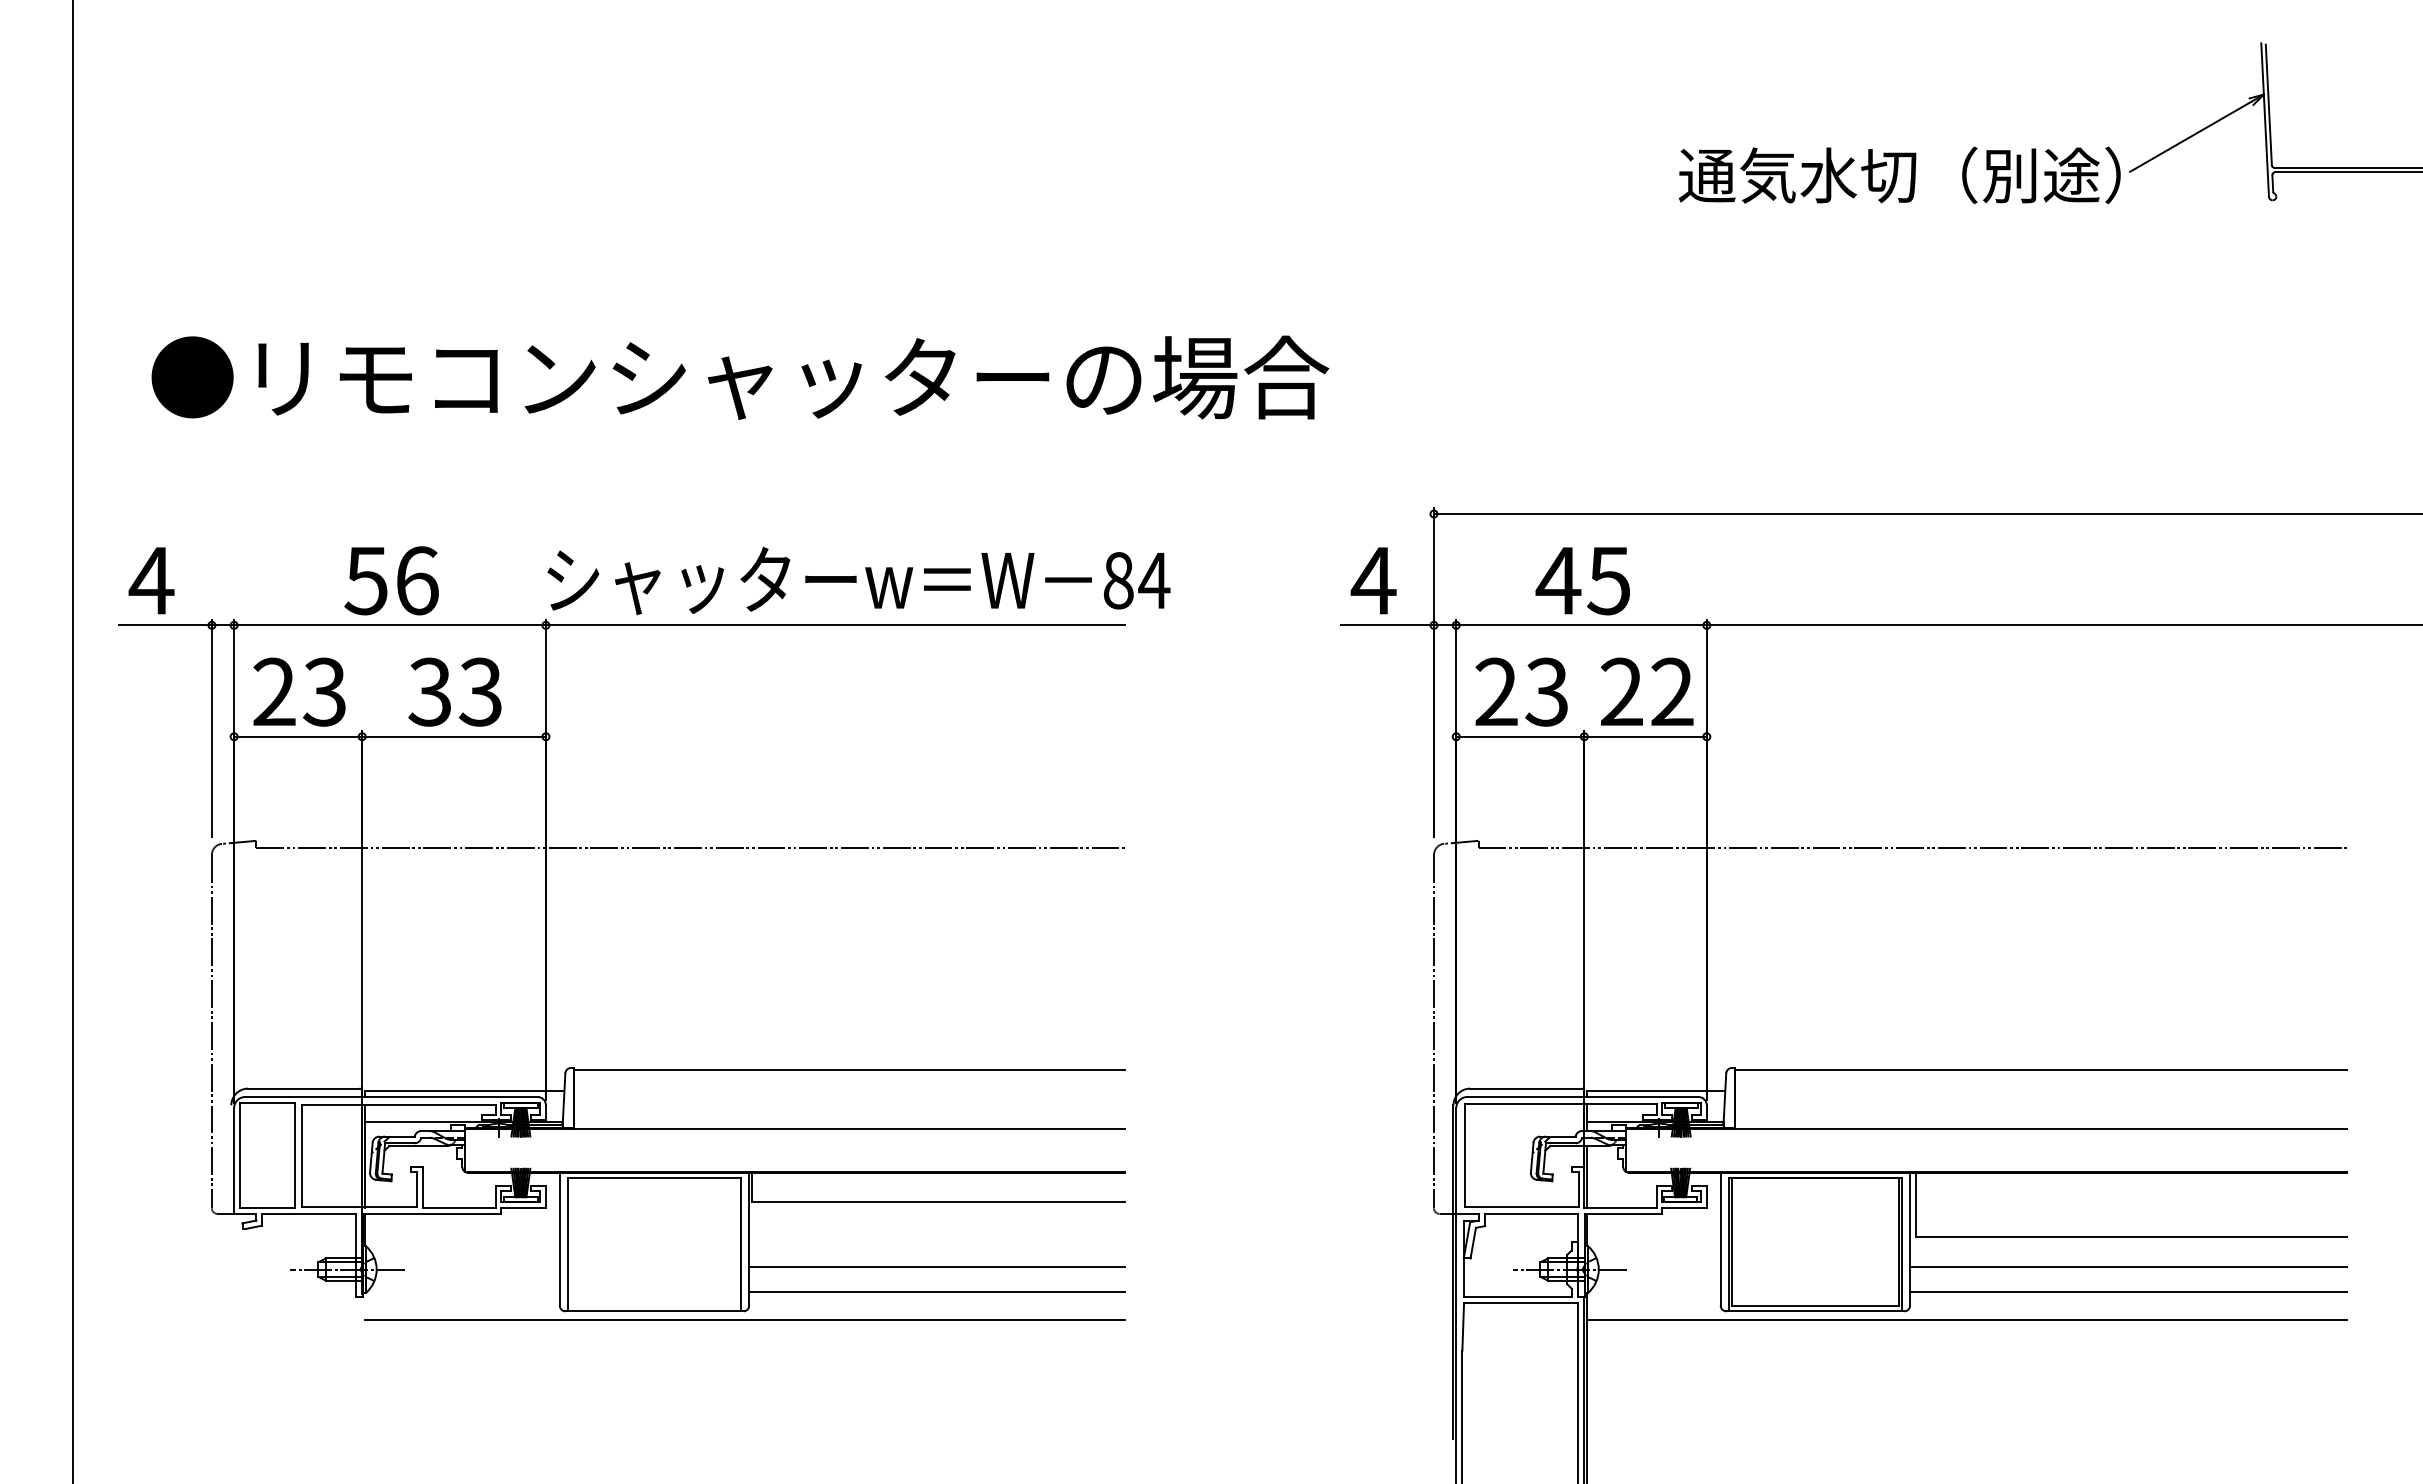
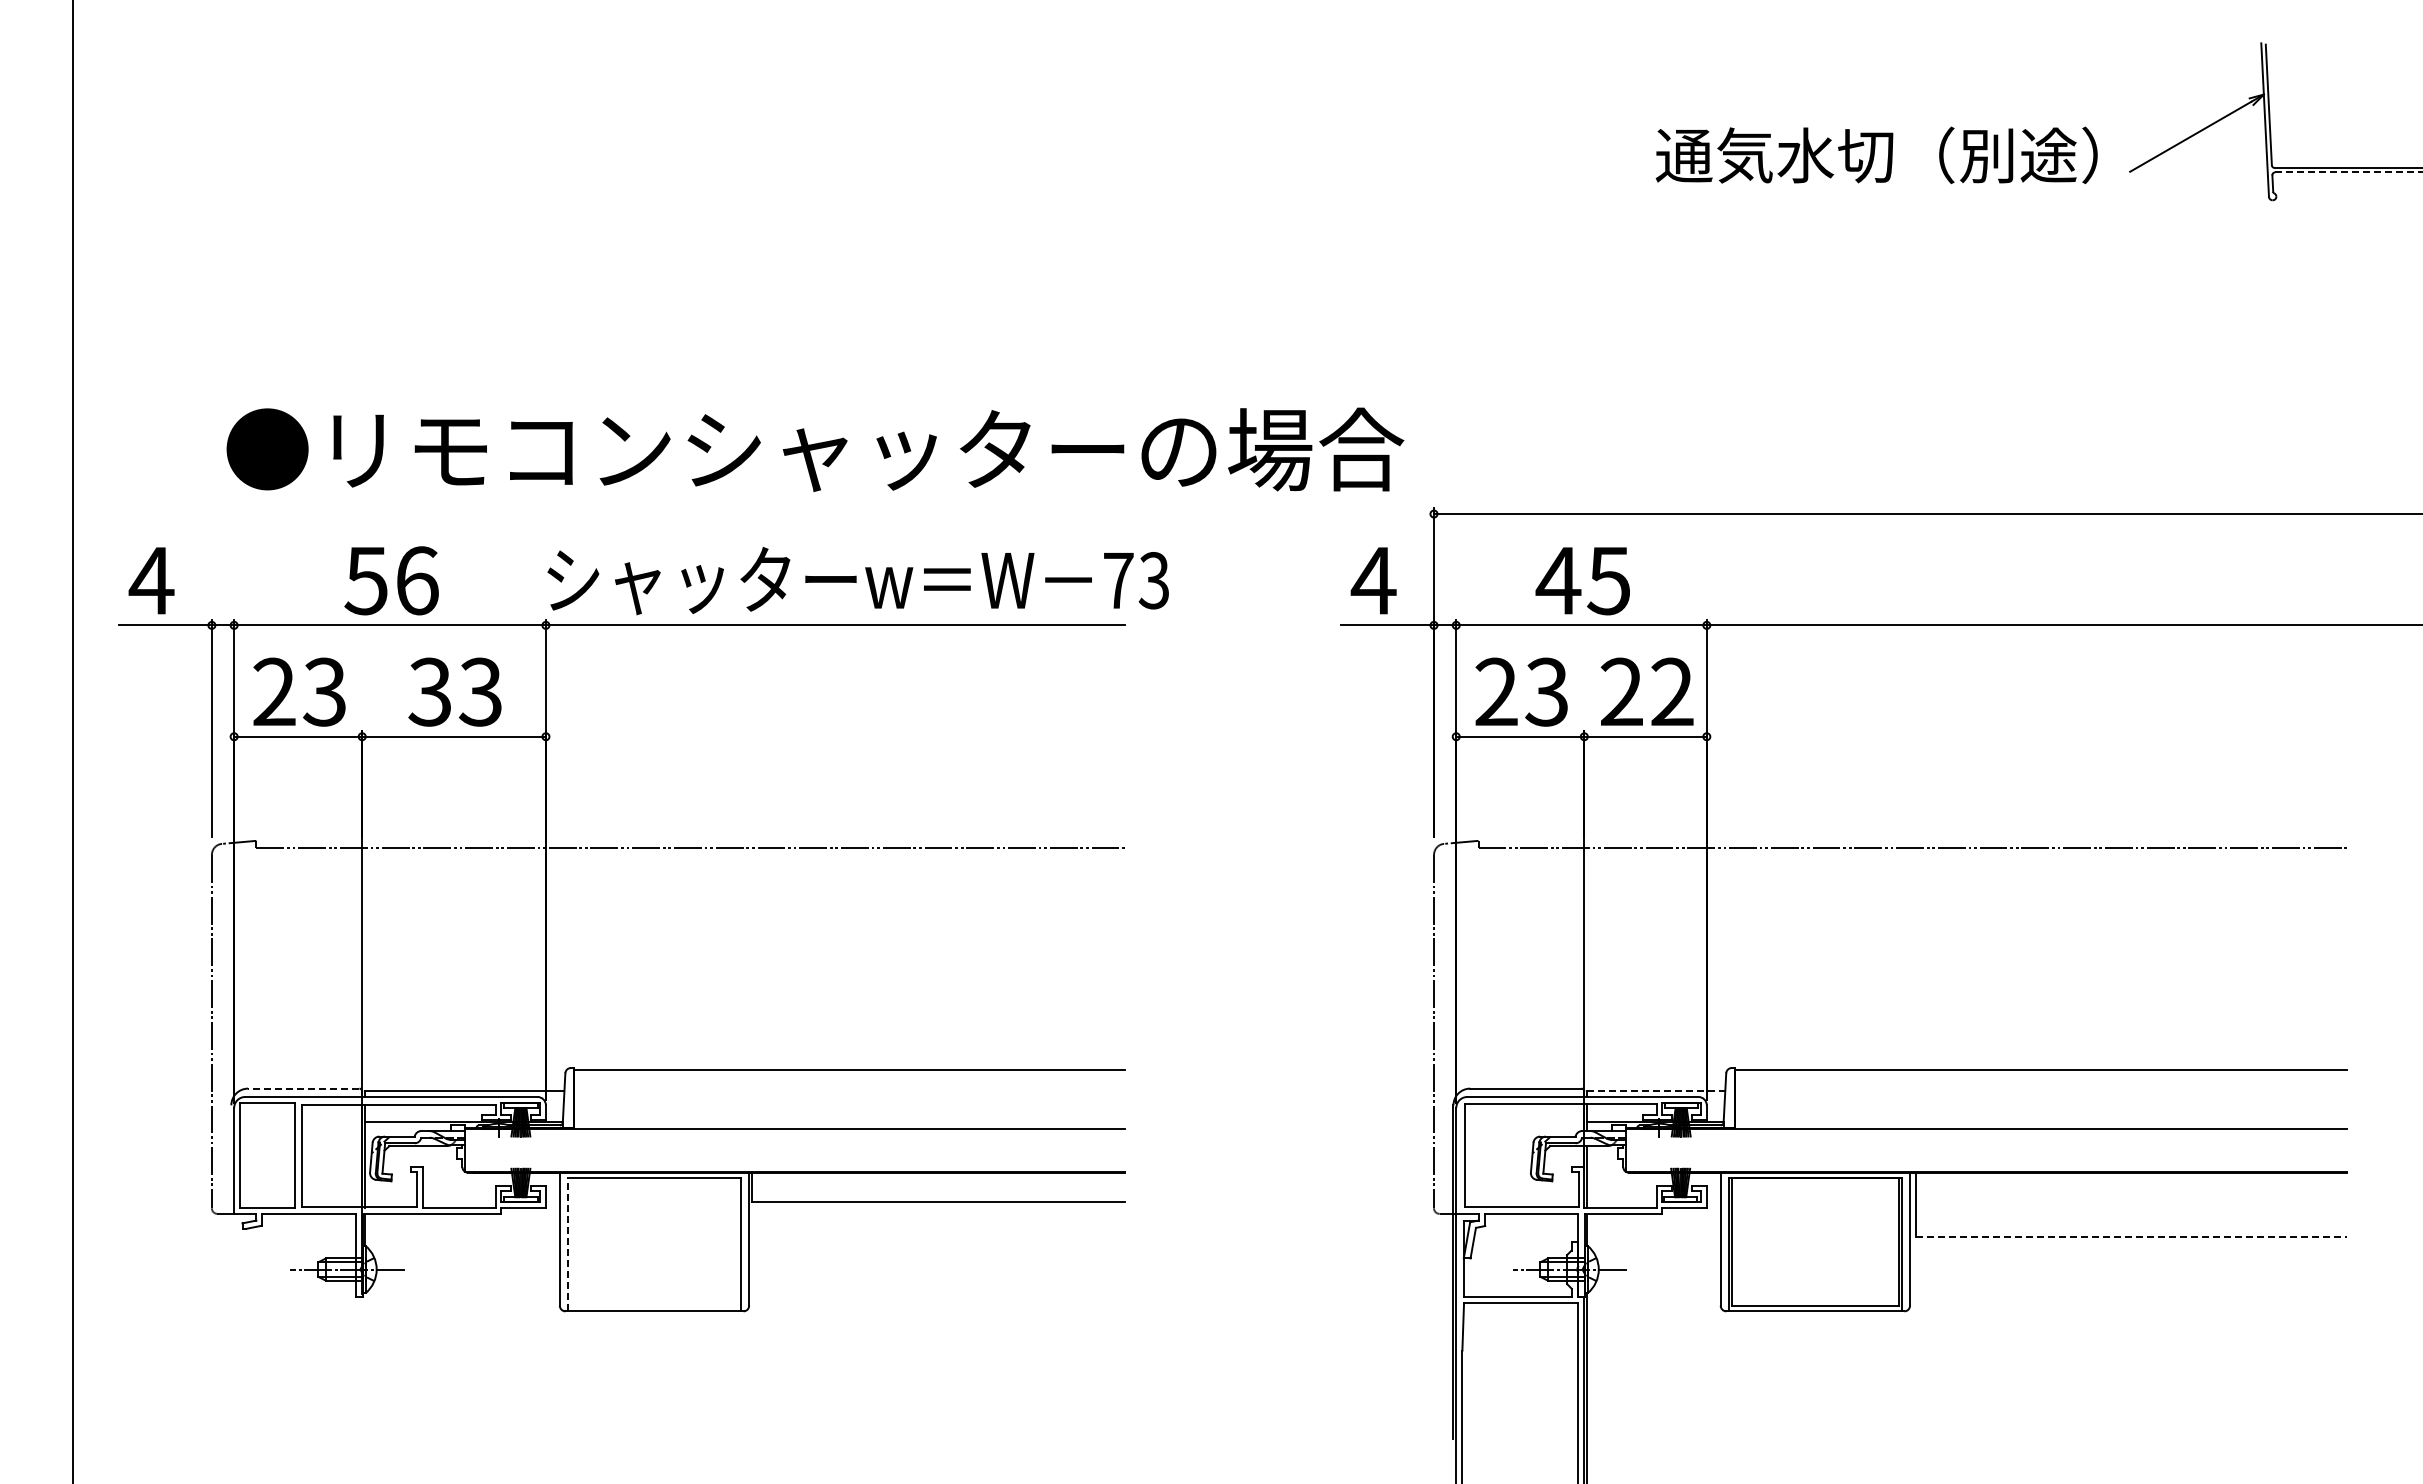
line at (2349, 172): solid -> dashed
text at (1899, 175) position: (1899, 175) -> (1876, 155)
text at (740, 377) position: (740, 377) -> (815, 449)
text at (1136, 580): 84 -> 73
line at (303, 1088): solid -> dashed
line at (1656, 1091): solid -> dashed
line at (2131, 1236): solid -> dashed
line at (568, 1244): solid -> dashed
line at (936, 1267): present -> none
line at (2128, 1267): present -> none
line at (936, 1292): present -> none
line at (2128, 1292): present -> none
line at (744, 1319): present -> none
line at (1967, 1319): present -> none
